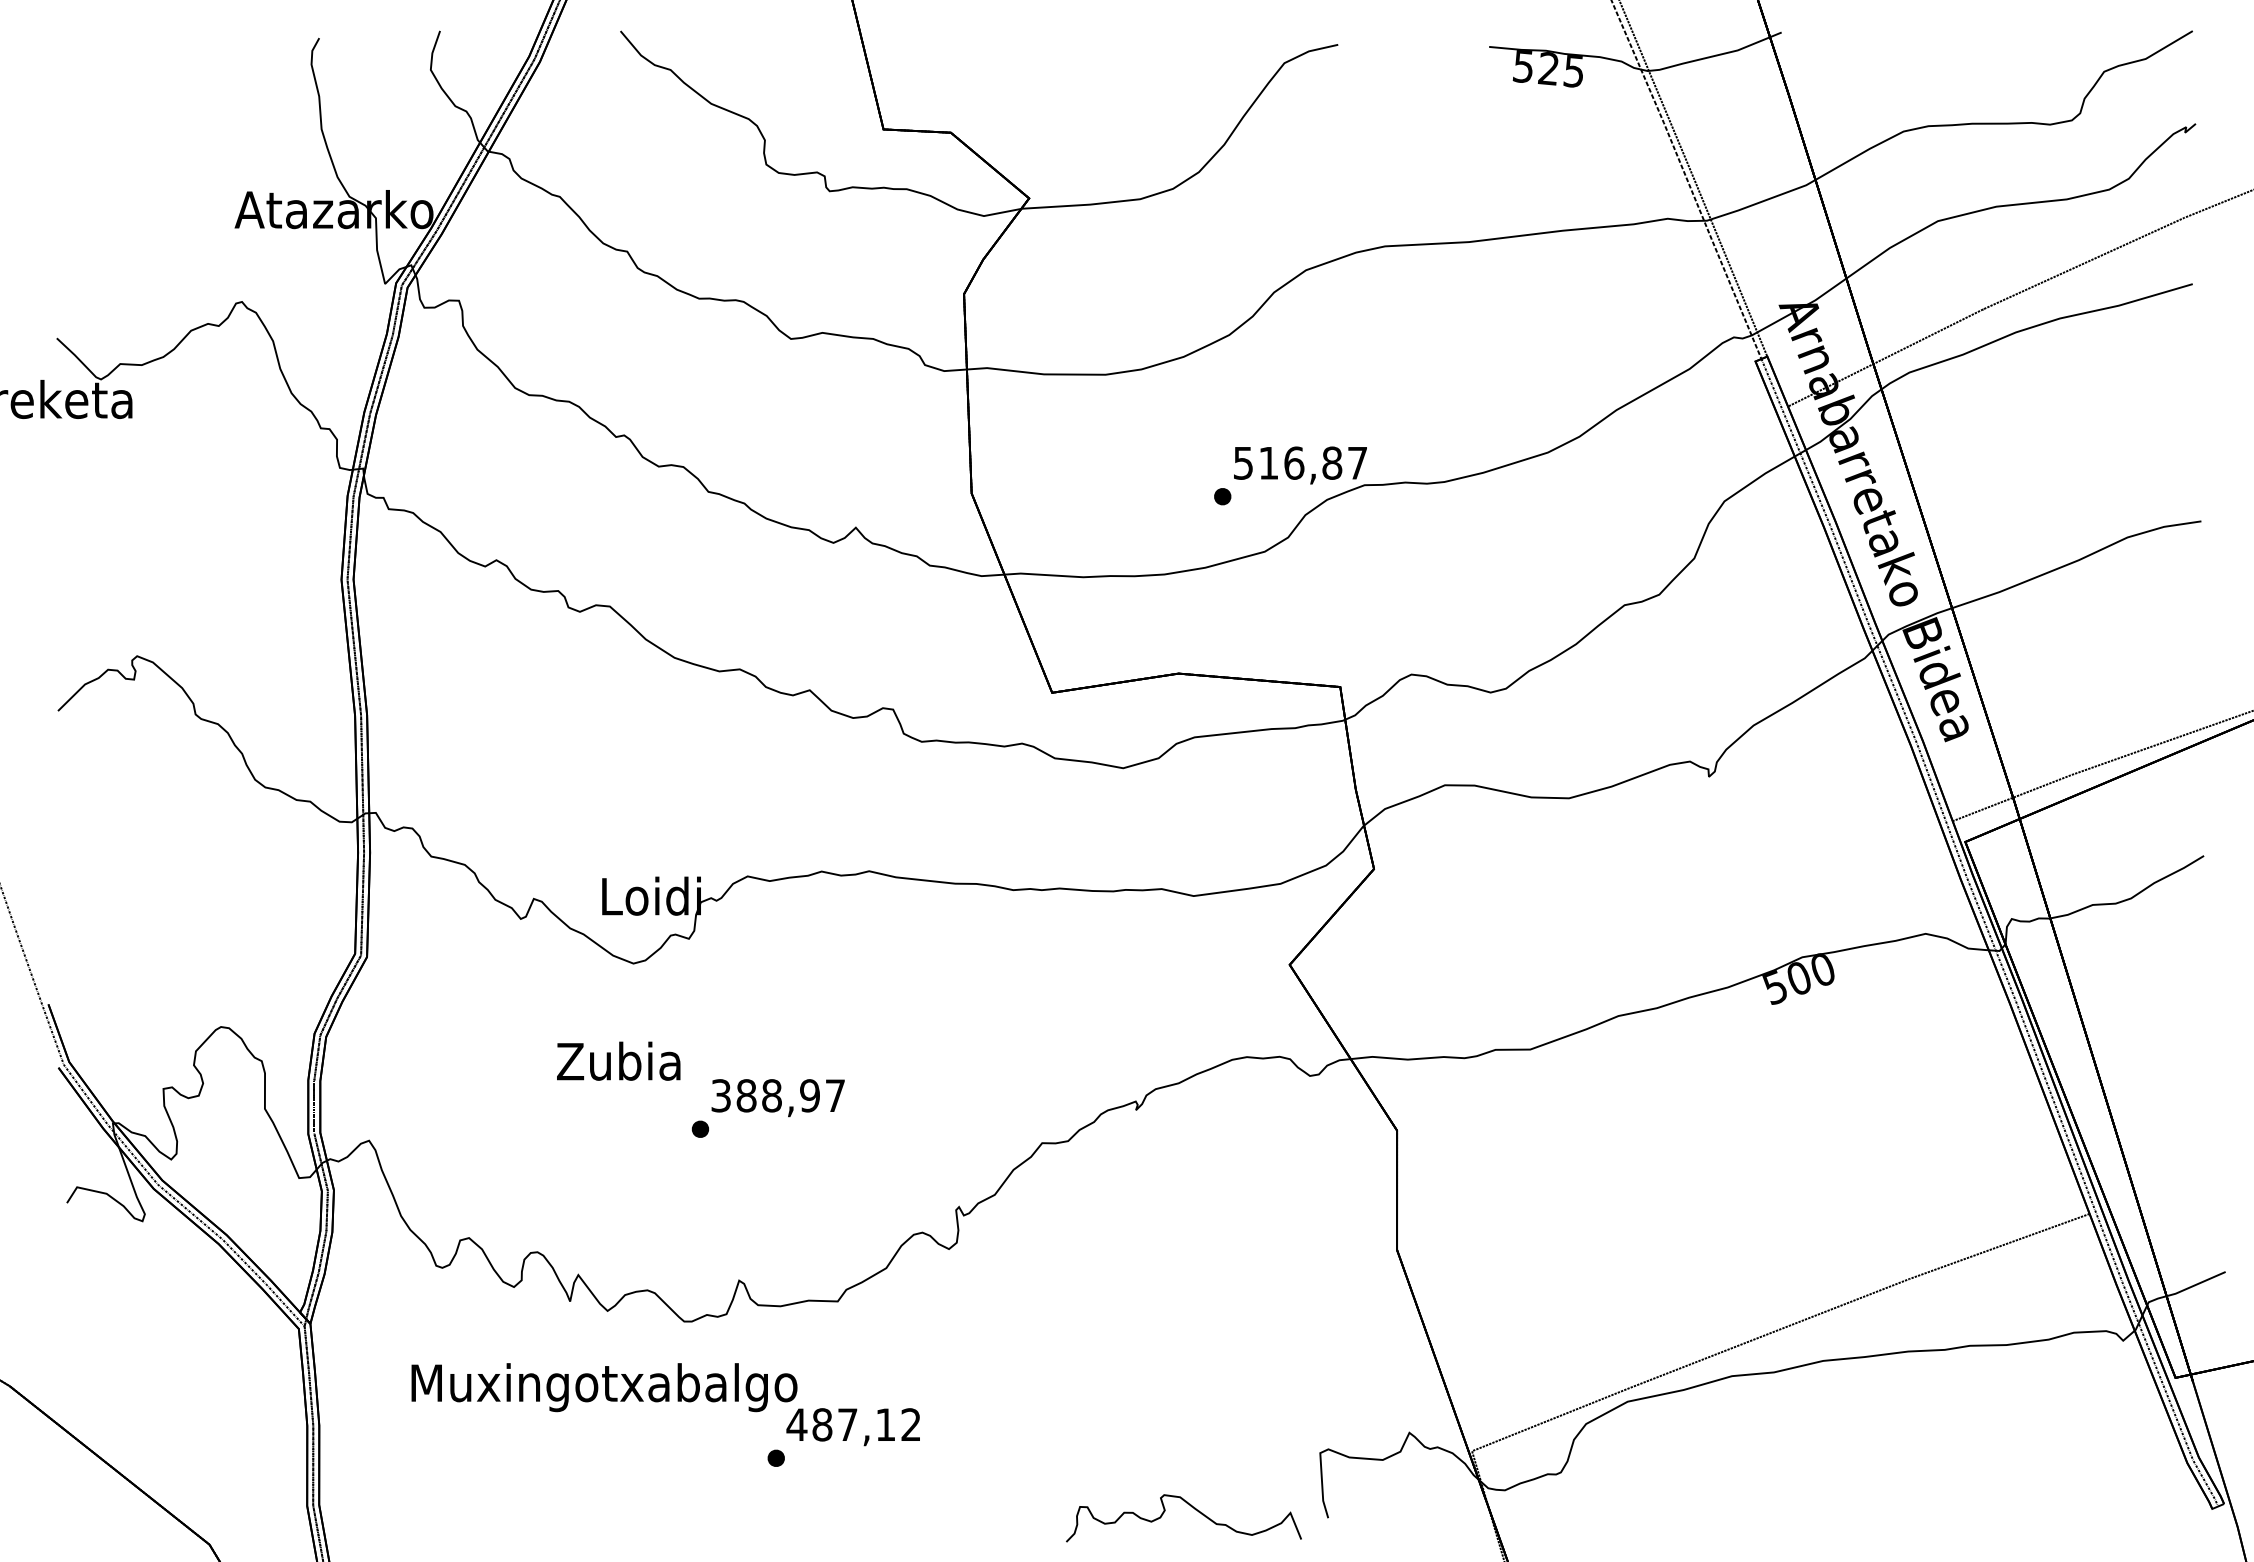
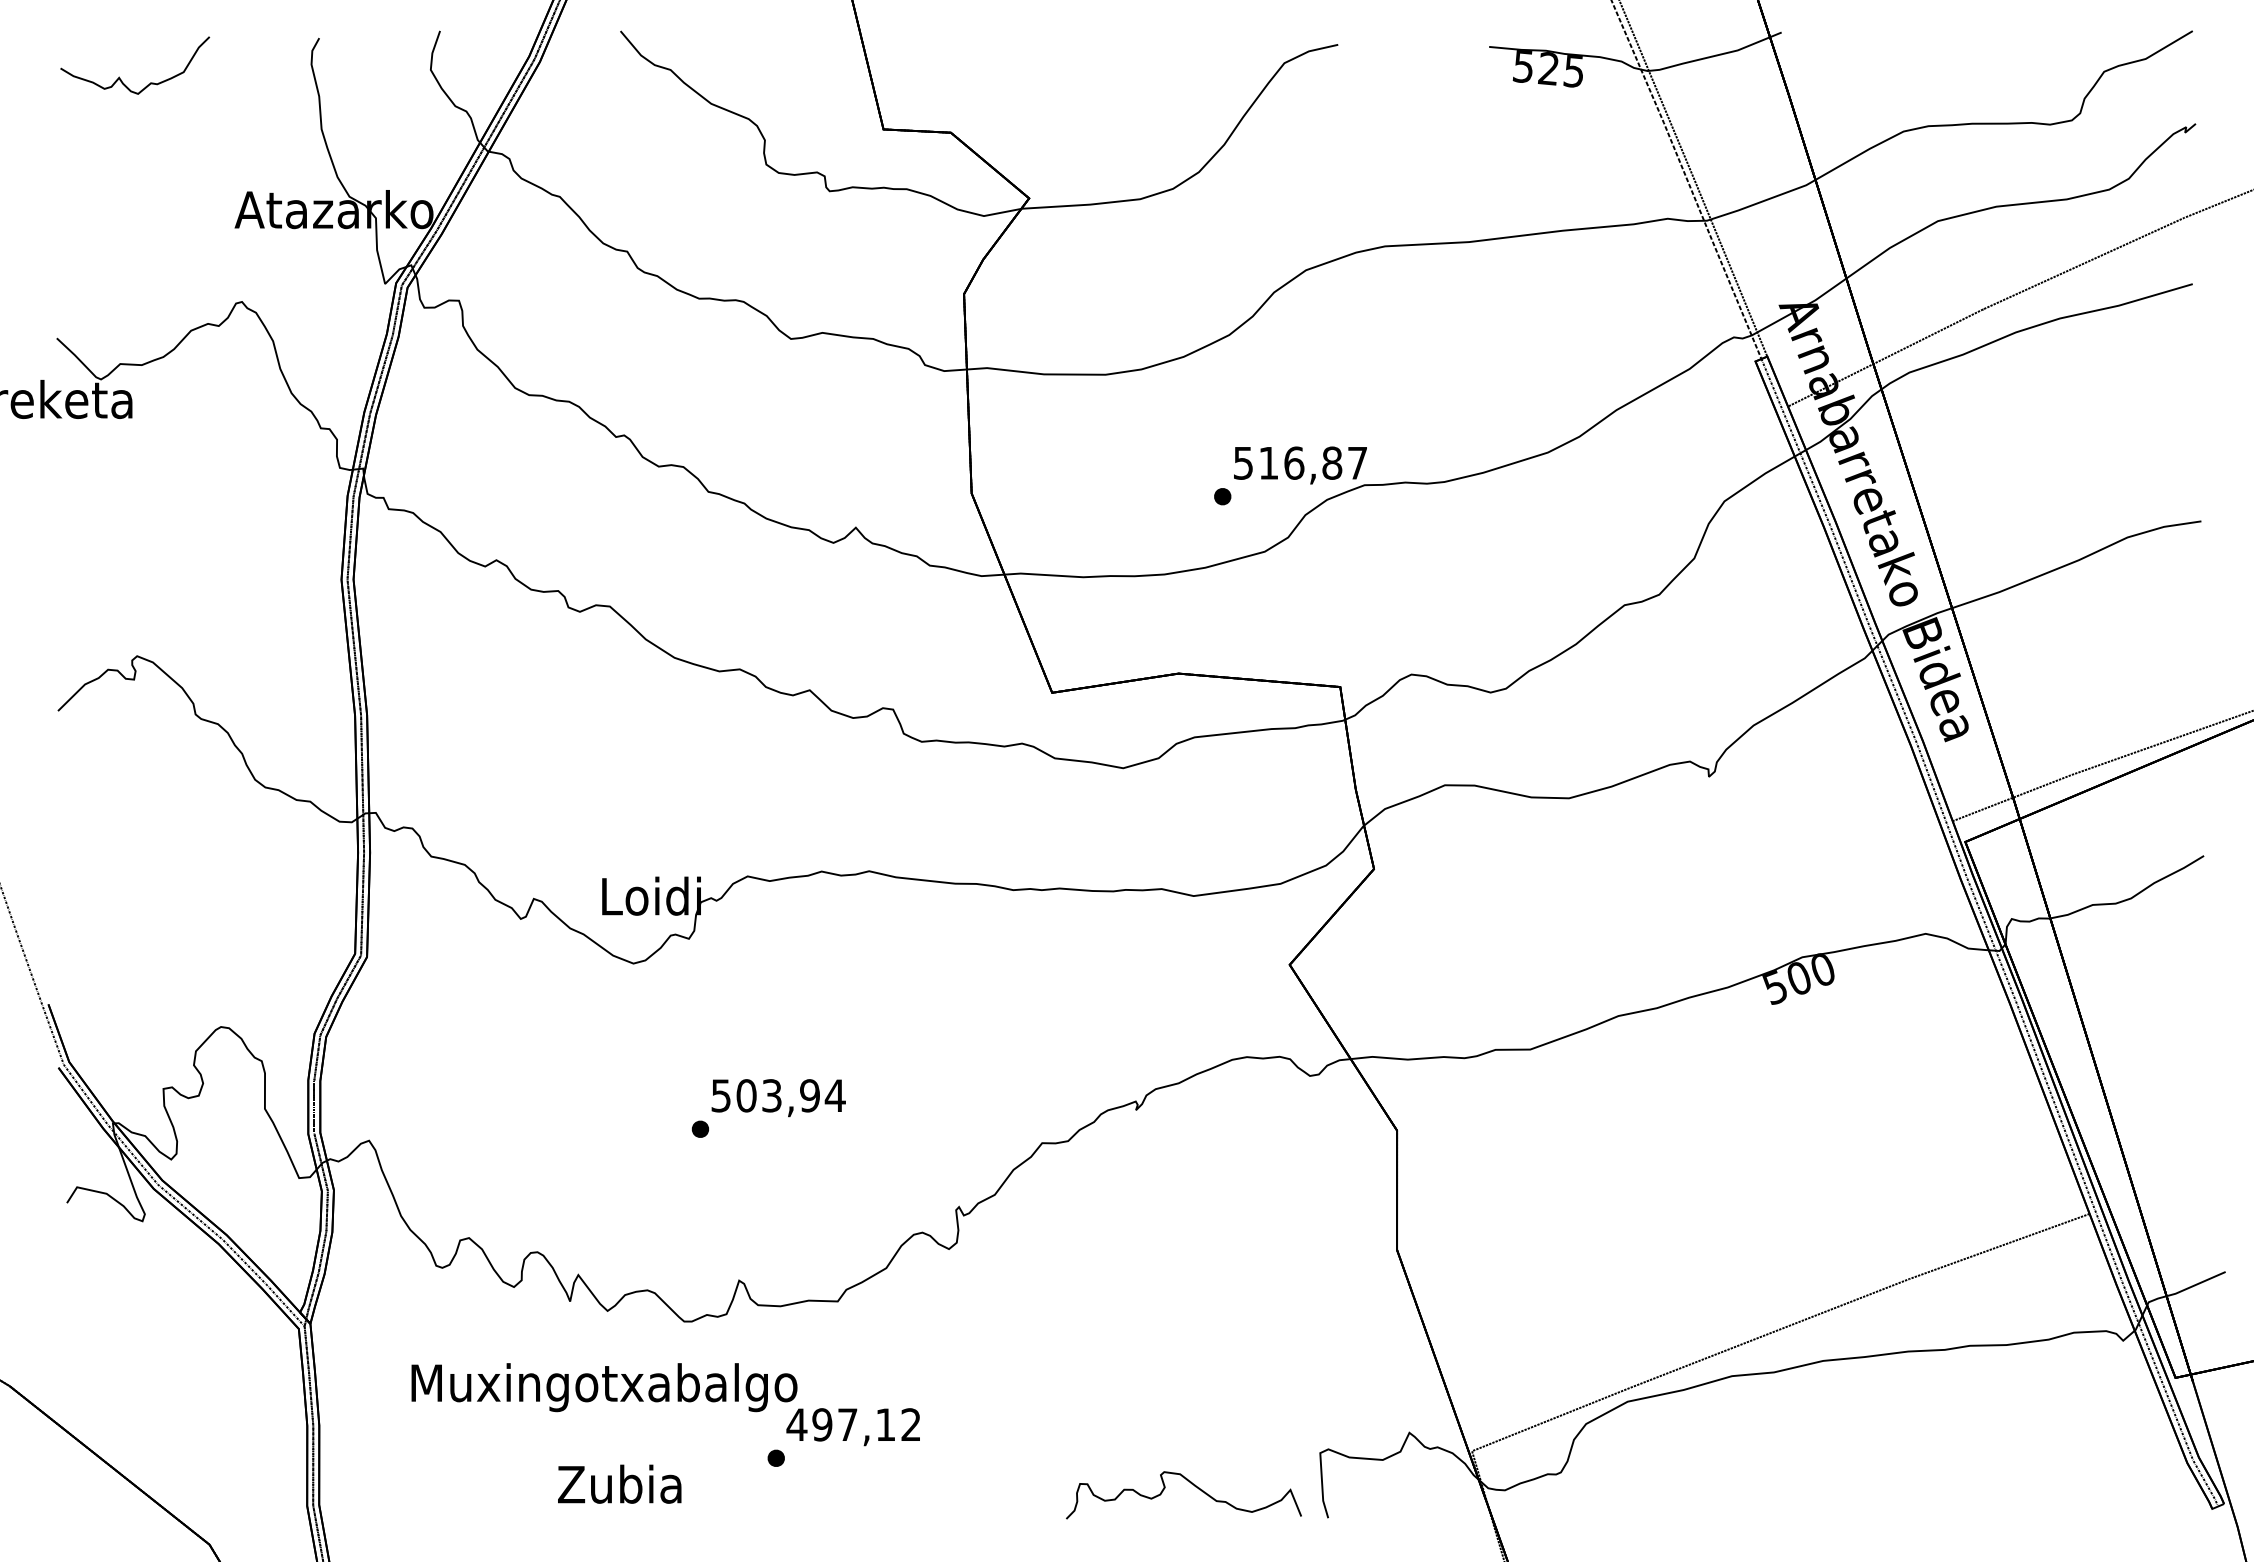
curve at (119, 76): none -> present
text at (618, 1060) position: (618, 1060) -> (619, 1483)
text at (778, 1095): 388,97 -> 503,94
text at (822, 1424): 487,12 -> 497,12
curve at (1191, 1507) position: (1191, 1507) -> (1191, 1484)
